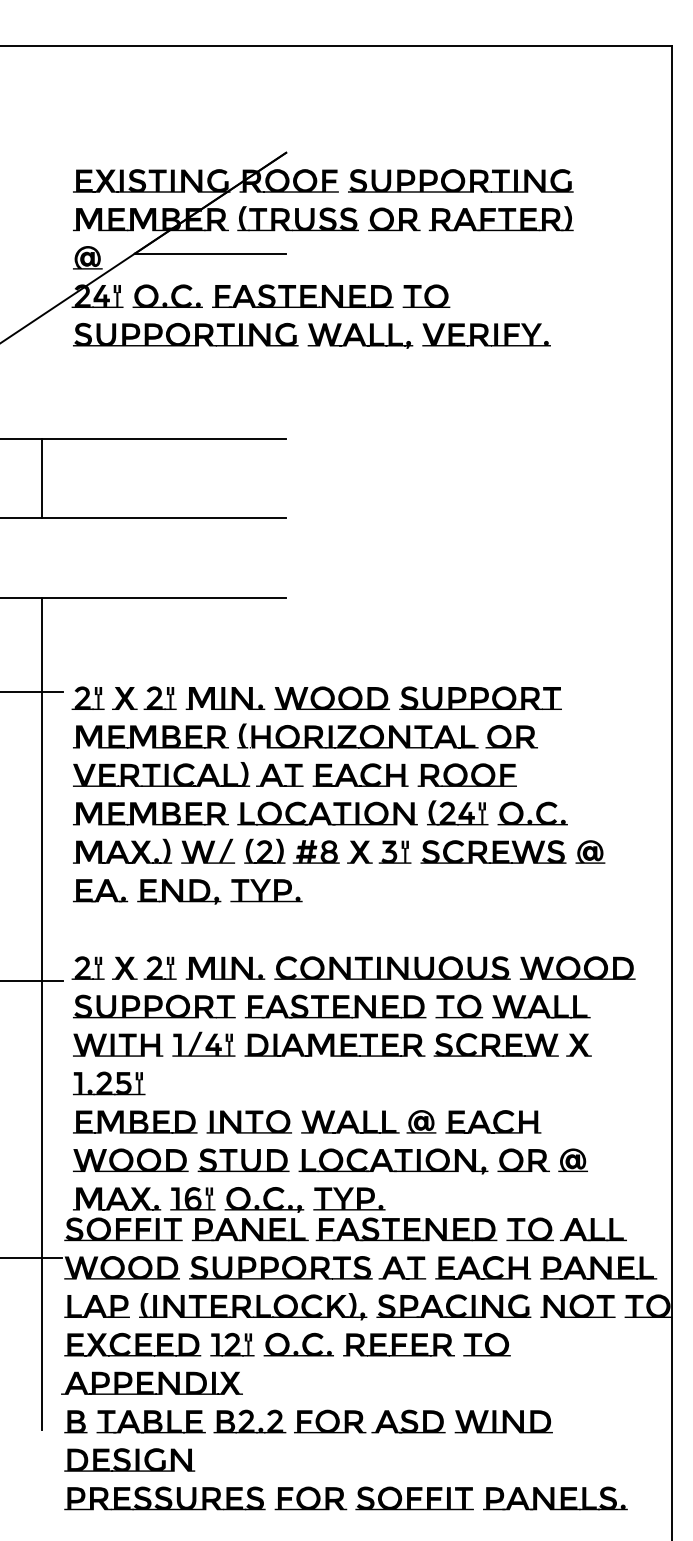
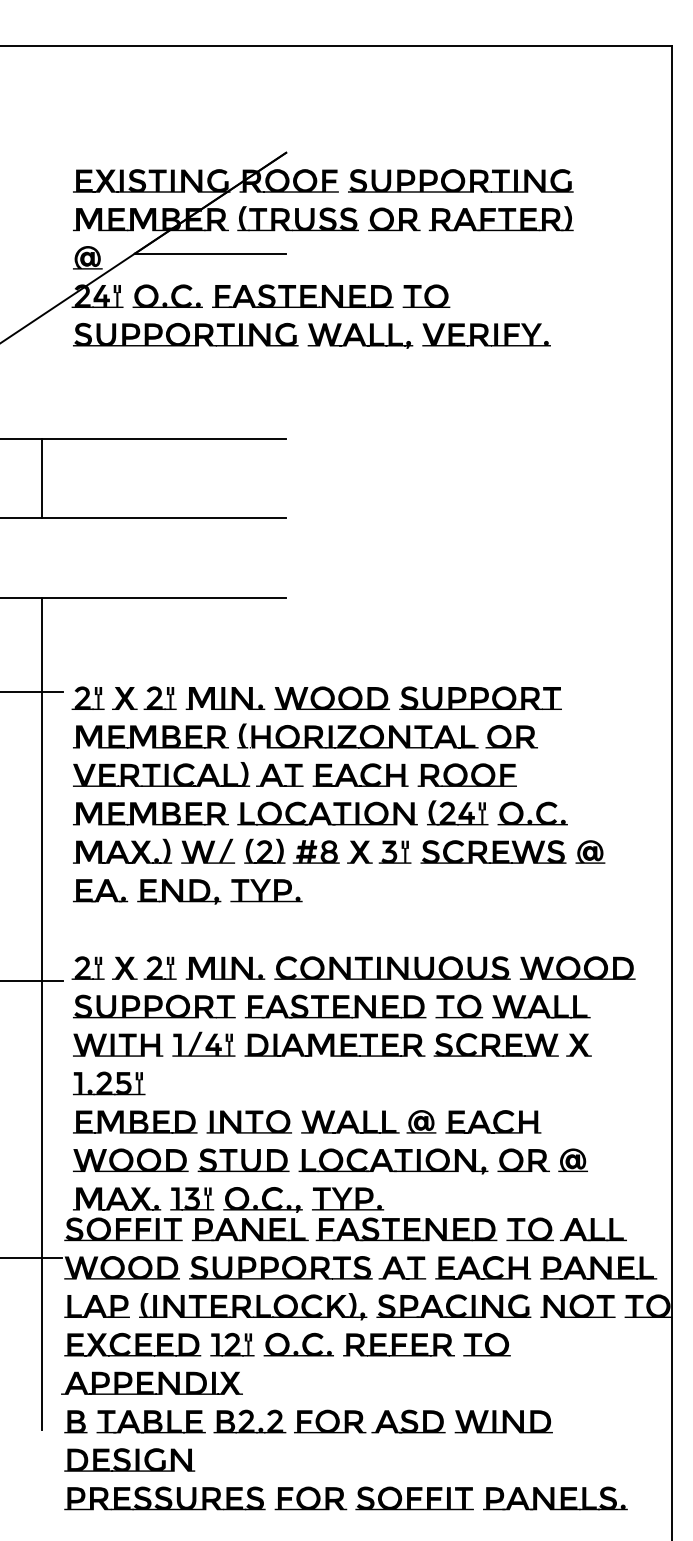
text at (283, 1199): 16" -> 13"
